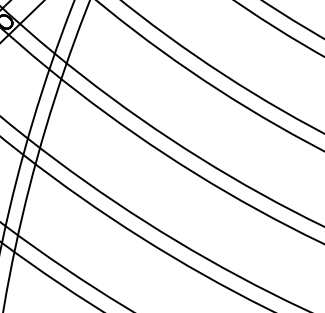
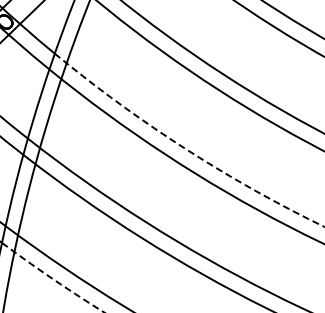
arc at (185, 148): solid -> dashed
arc at (53, 279): solid -> dashed
